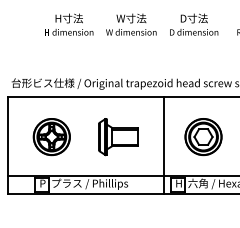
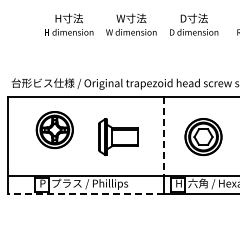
line at (163, 136): solid -> dashed
part at (51, 137) position: (51, 137) -> (54, 130)
line at (85, 193): solid -> dashed
